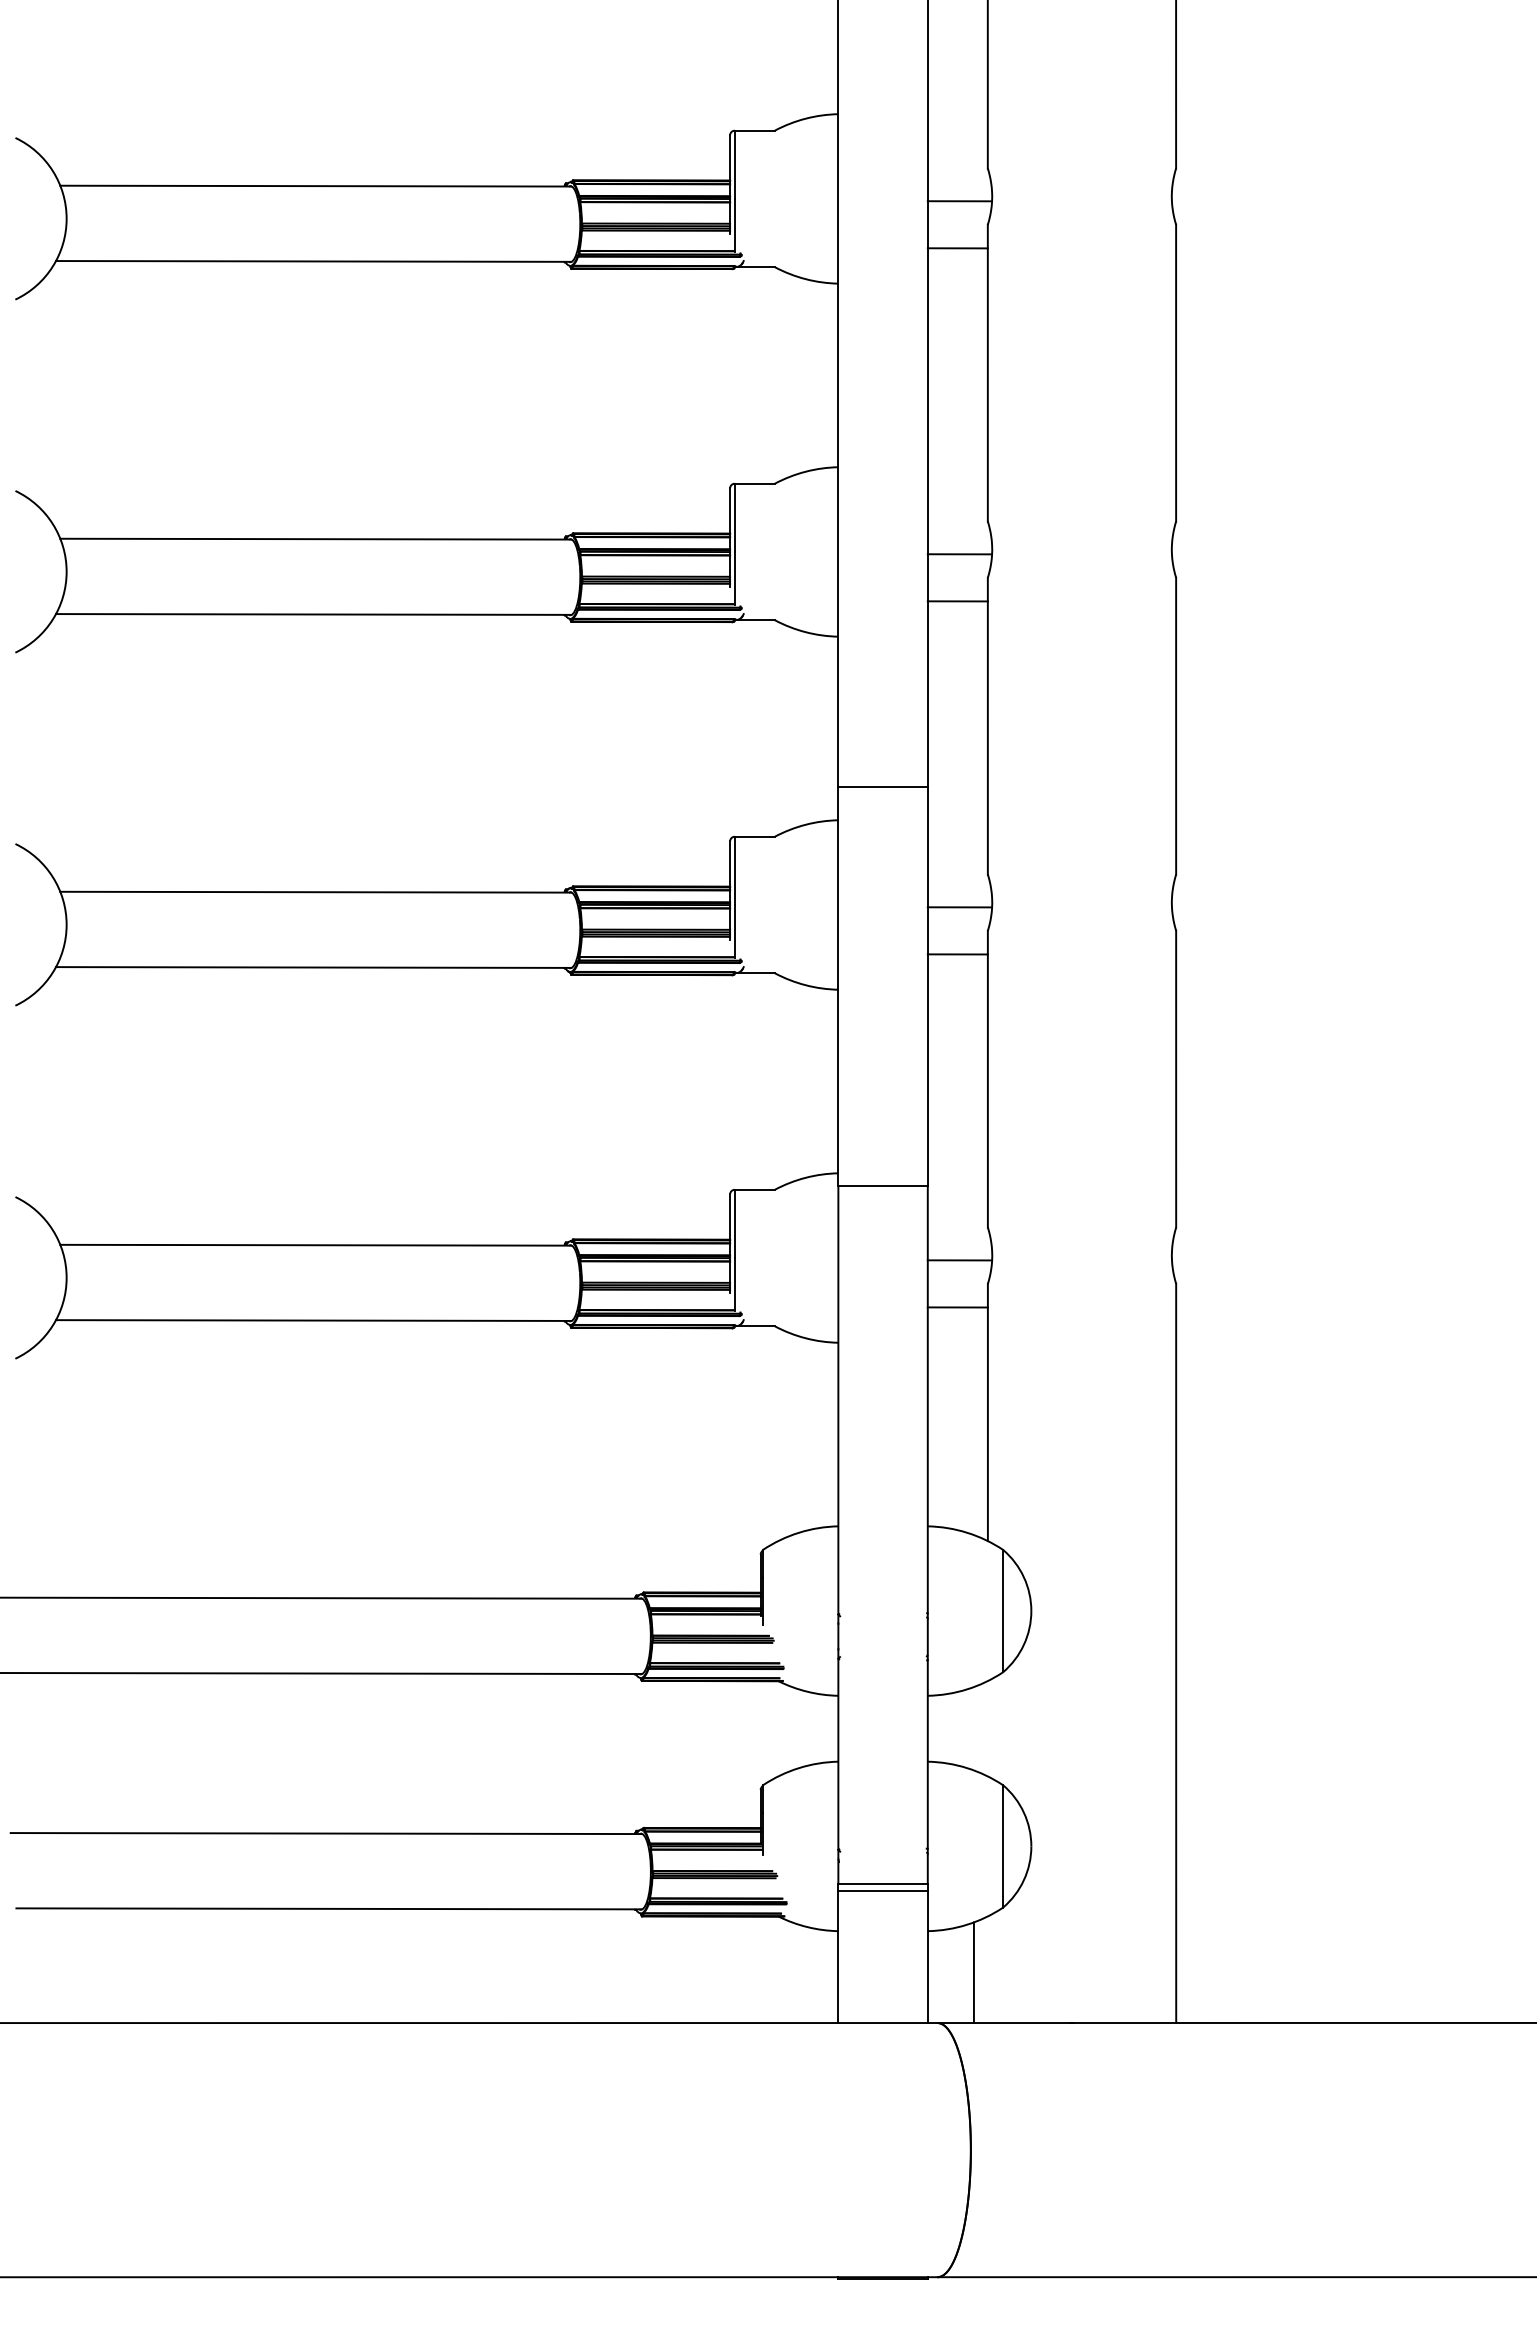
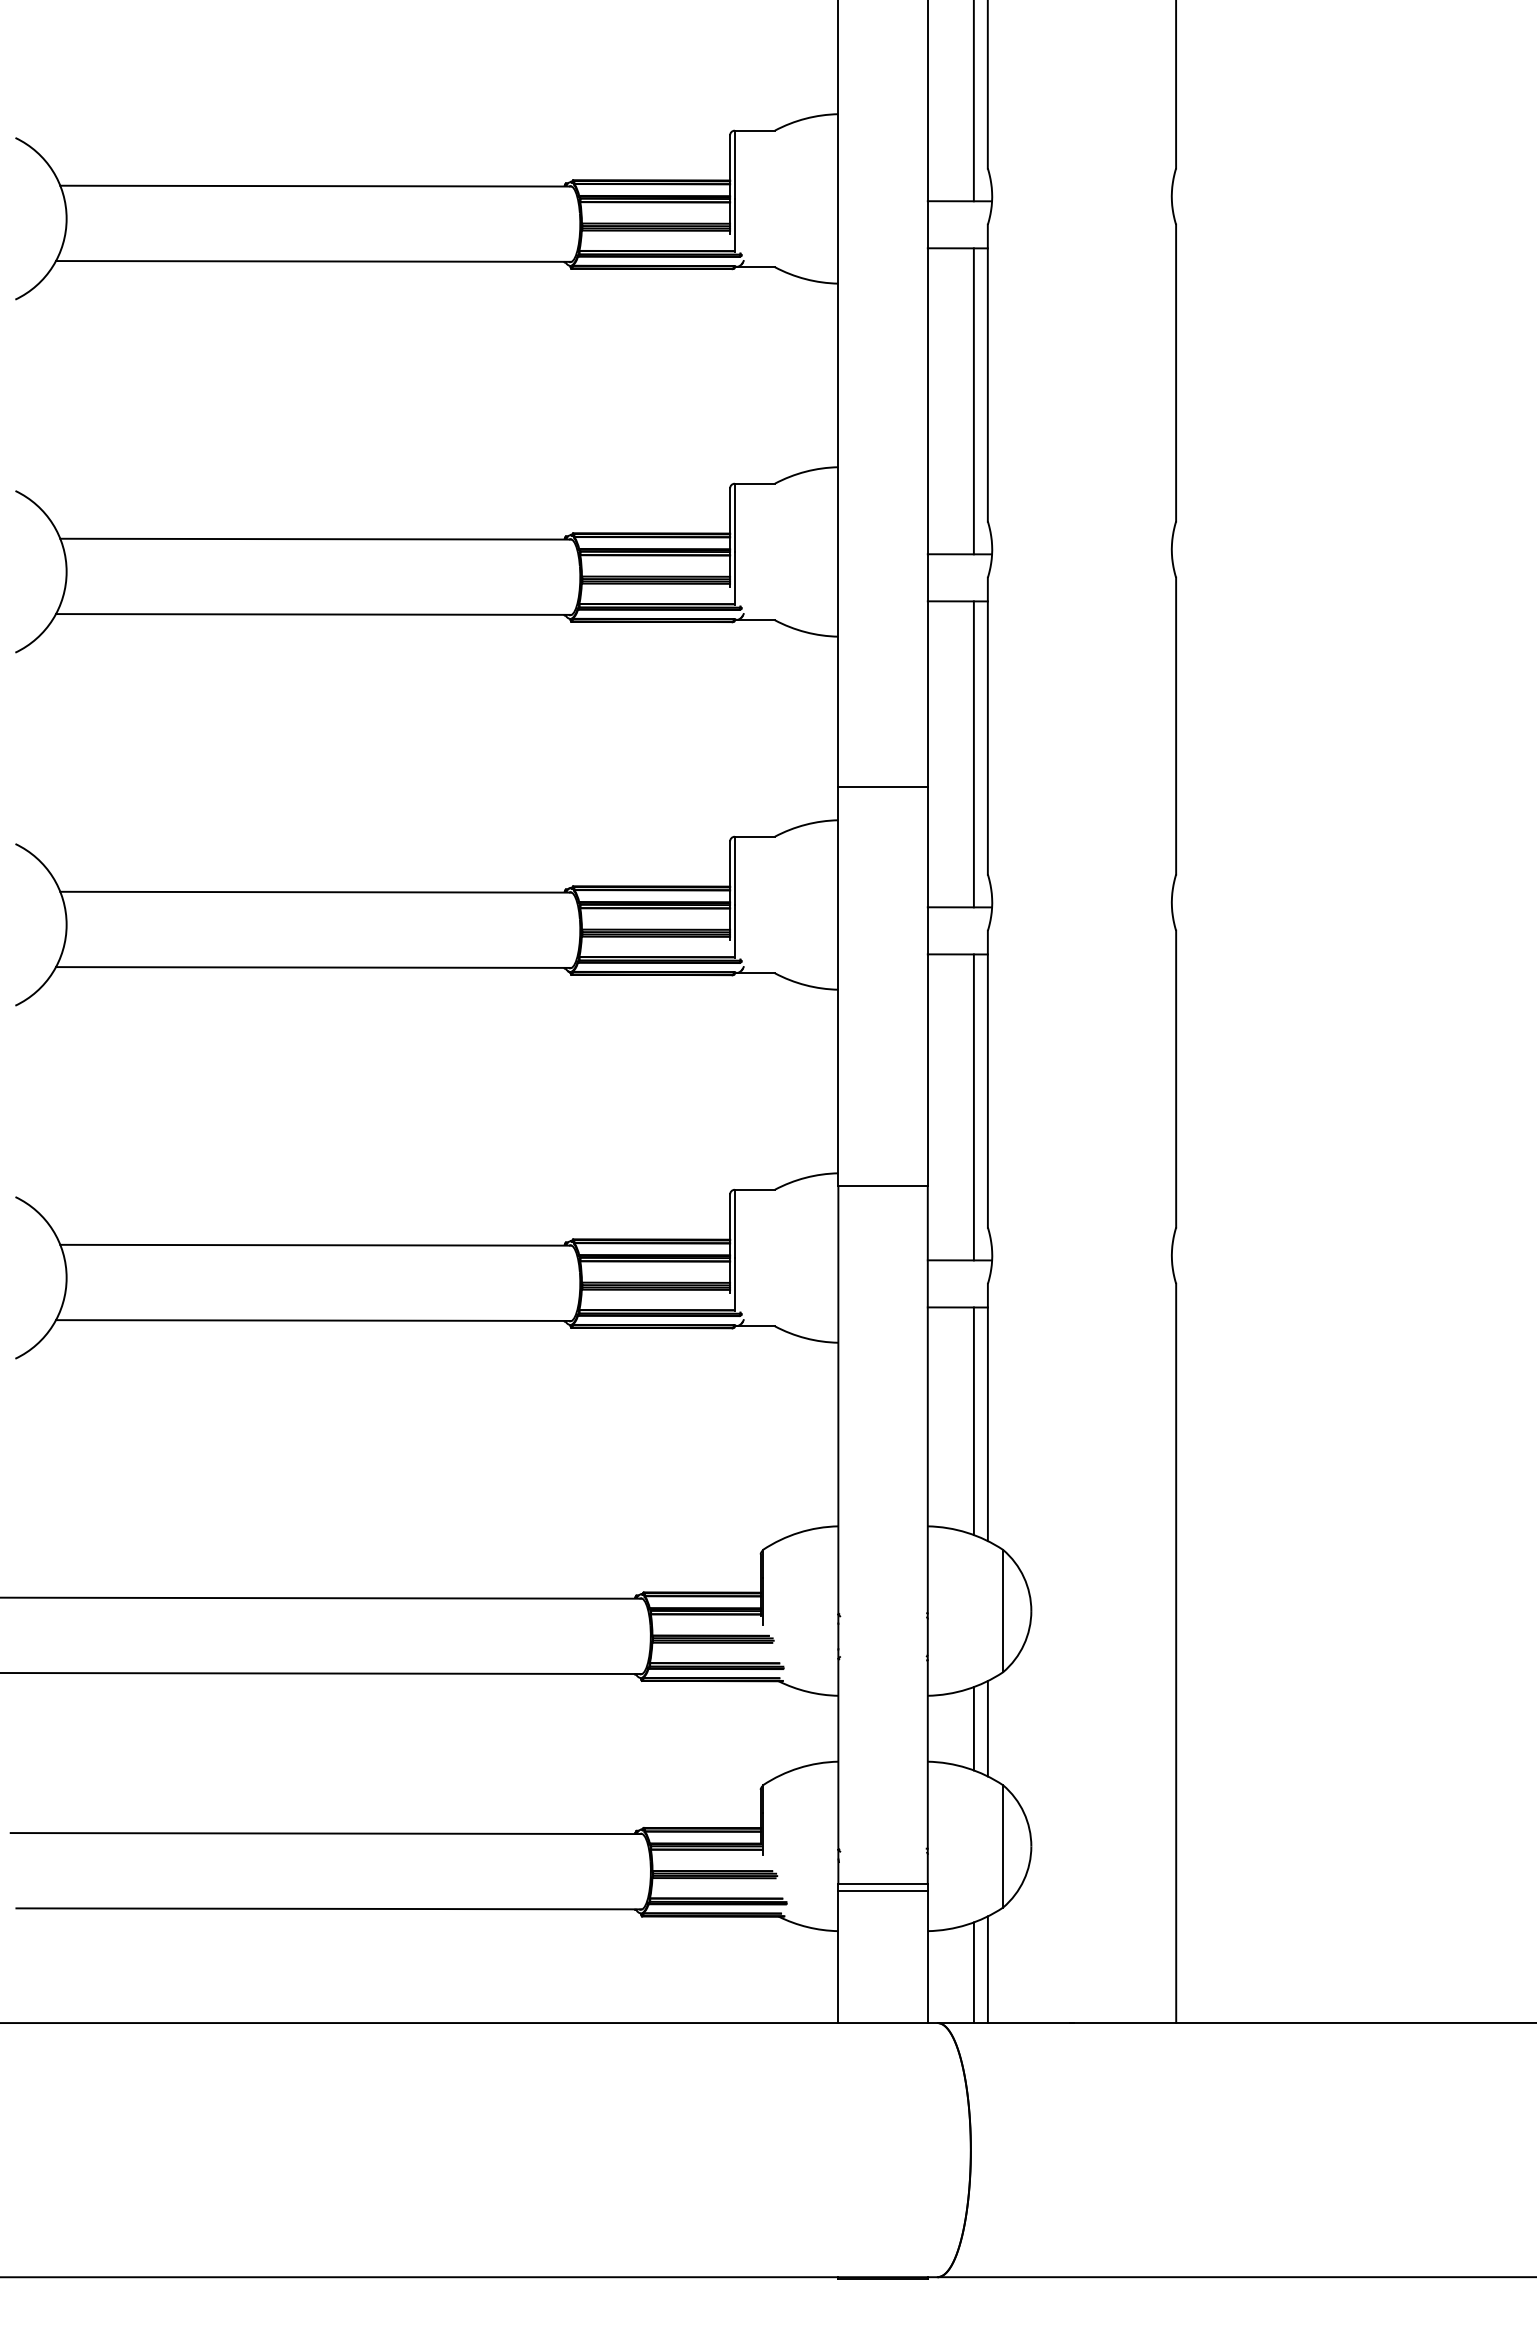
line at (973, 101): none -> present
line at (973, 401): none -> present
line at (973, 754): none -> present
line at (973, 1107): none -> present
line at (973, 1421): none -> present
line at (973, 1728): none -> present
line at (987, 1728): none -> present
line at (987, 1969): none -> present
